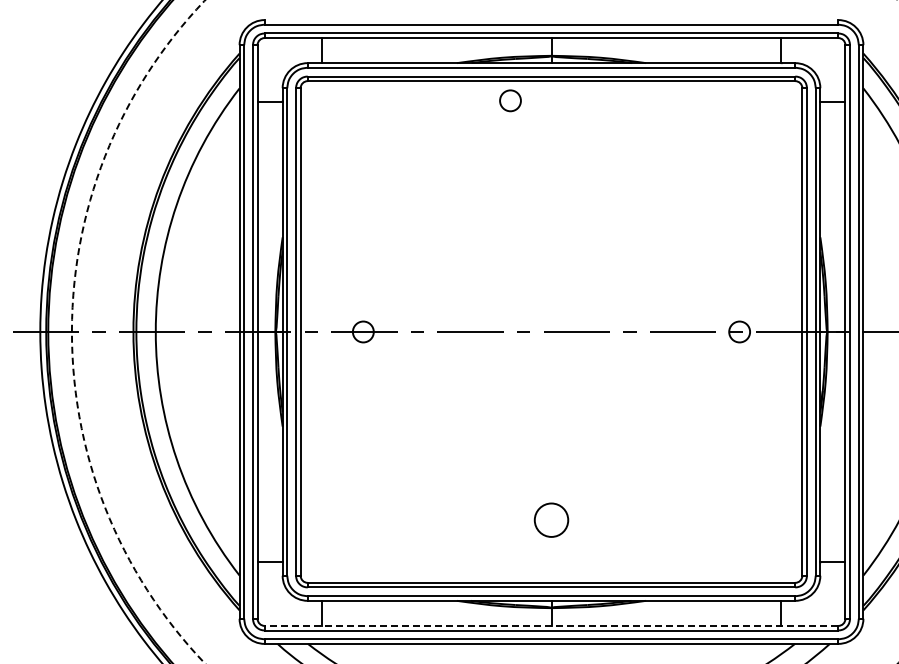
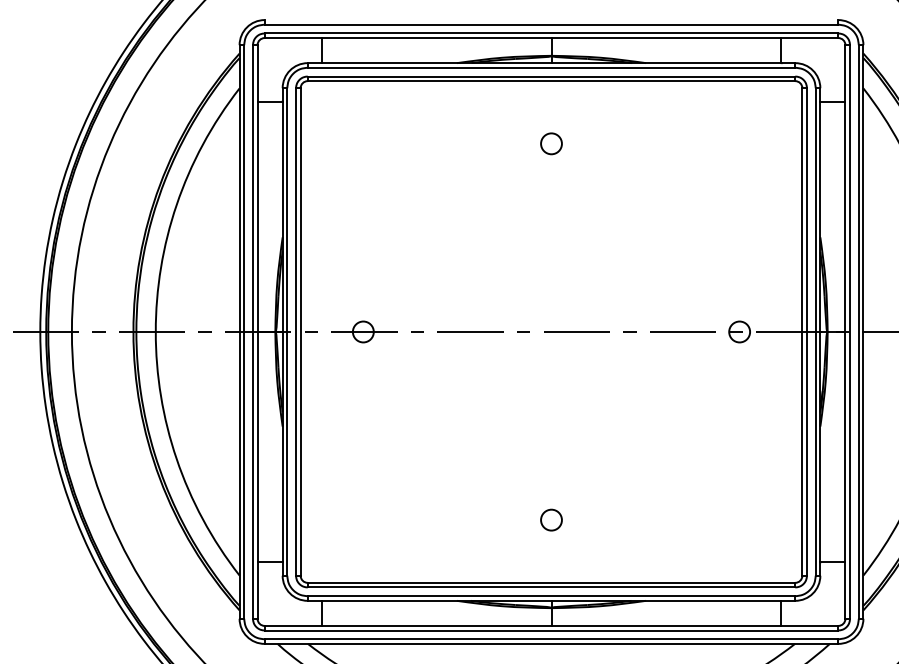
circle at (510, 100) position: (510, 100) -> (551, 143)
circle at (484, 331): dashed -> solid
circle at (551, 519) size: 37x36 px -> 23x24 px
line at (551, 625): dashed -> solid
